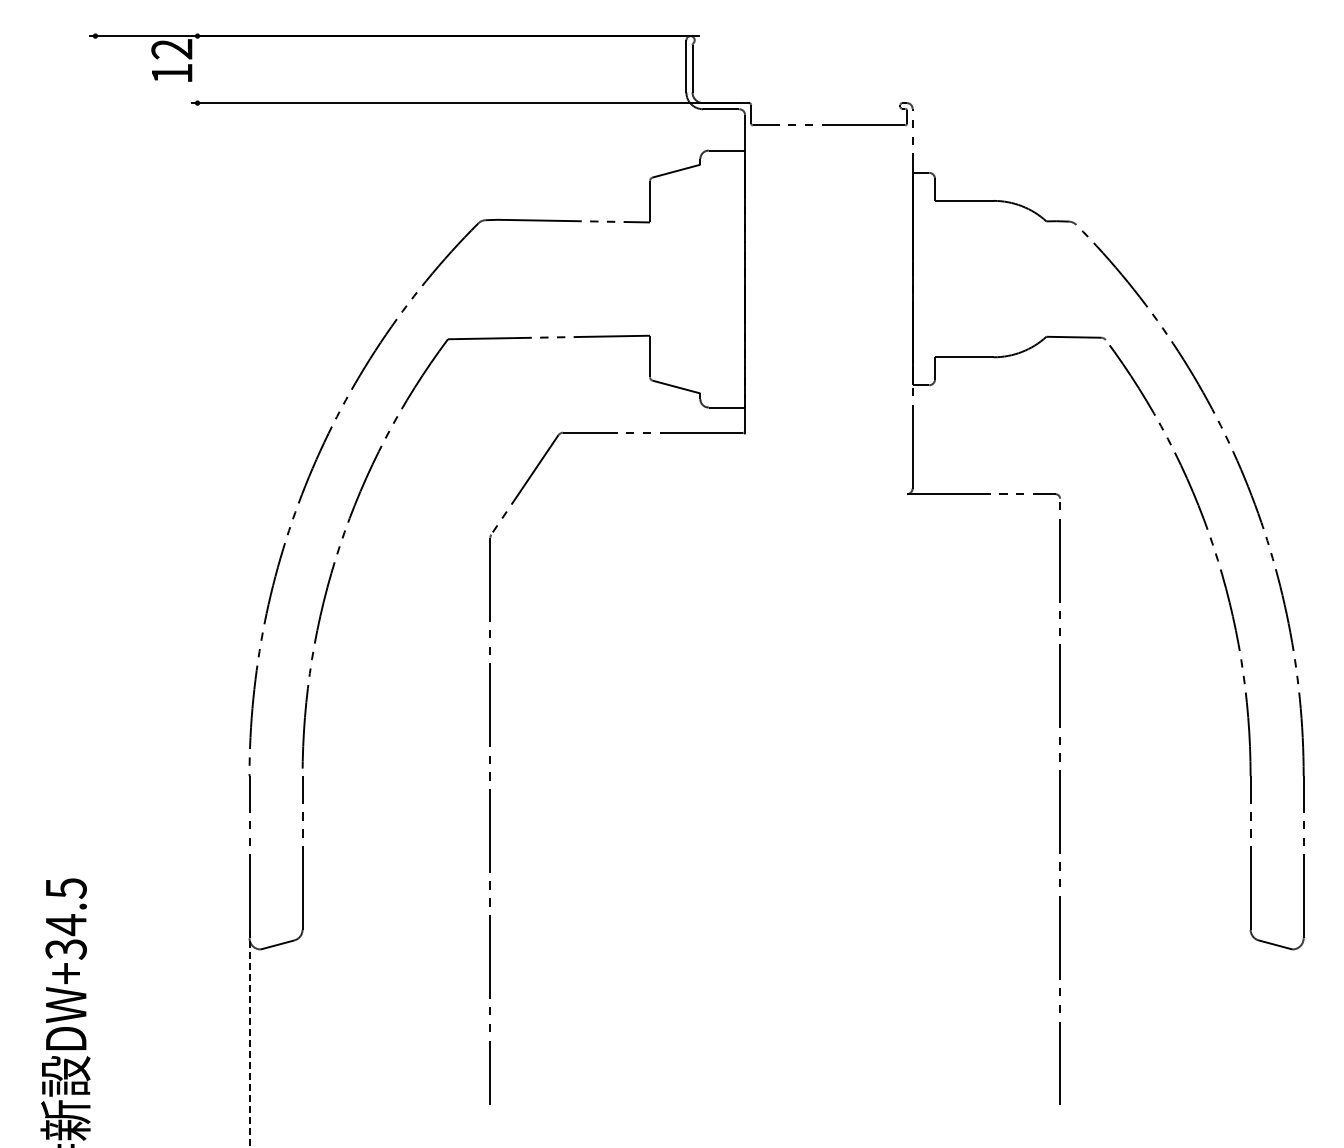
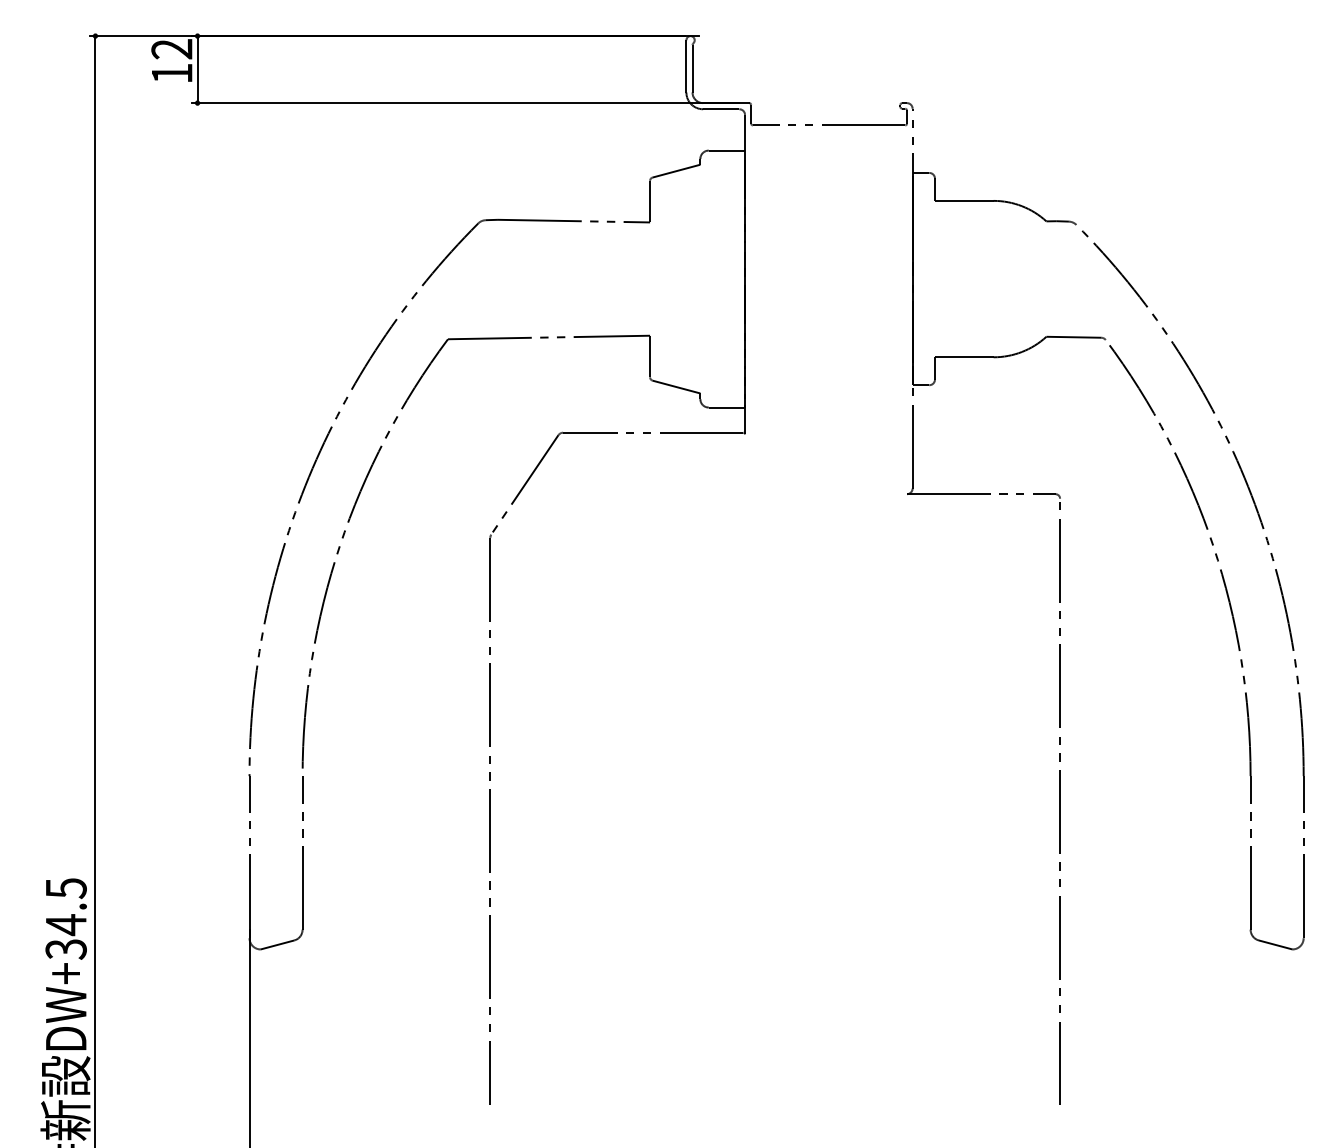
line at (197, 69): none -> present
line at (95, 590): none -> present
line at (249, 1038): dashed -> solid
